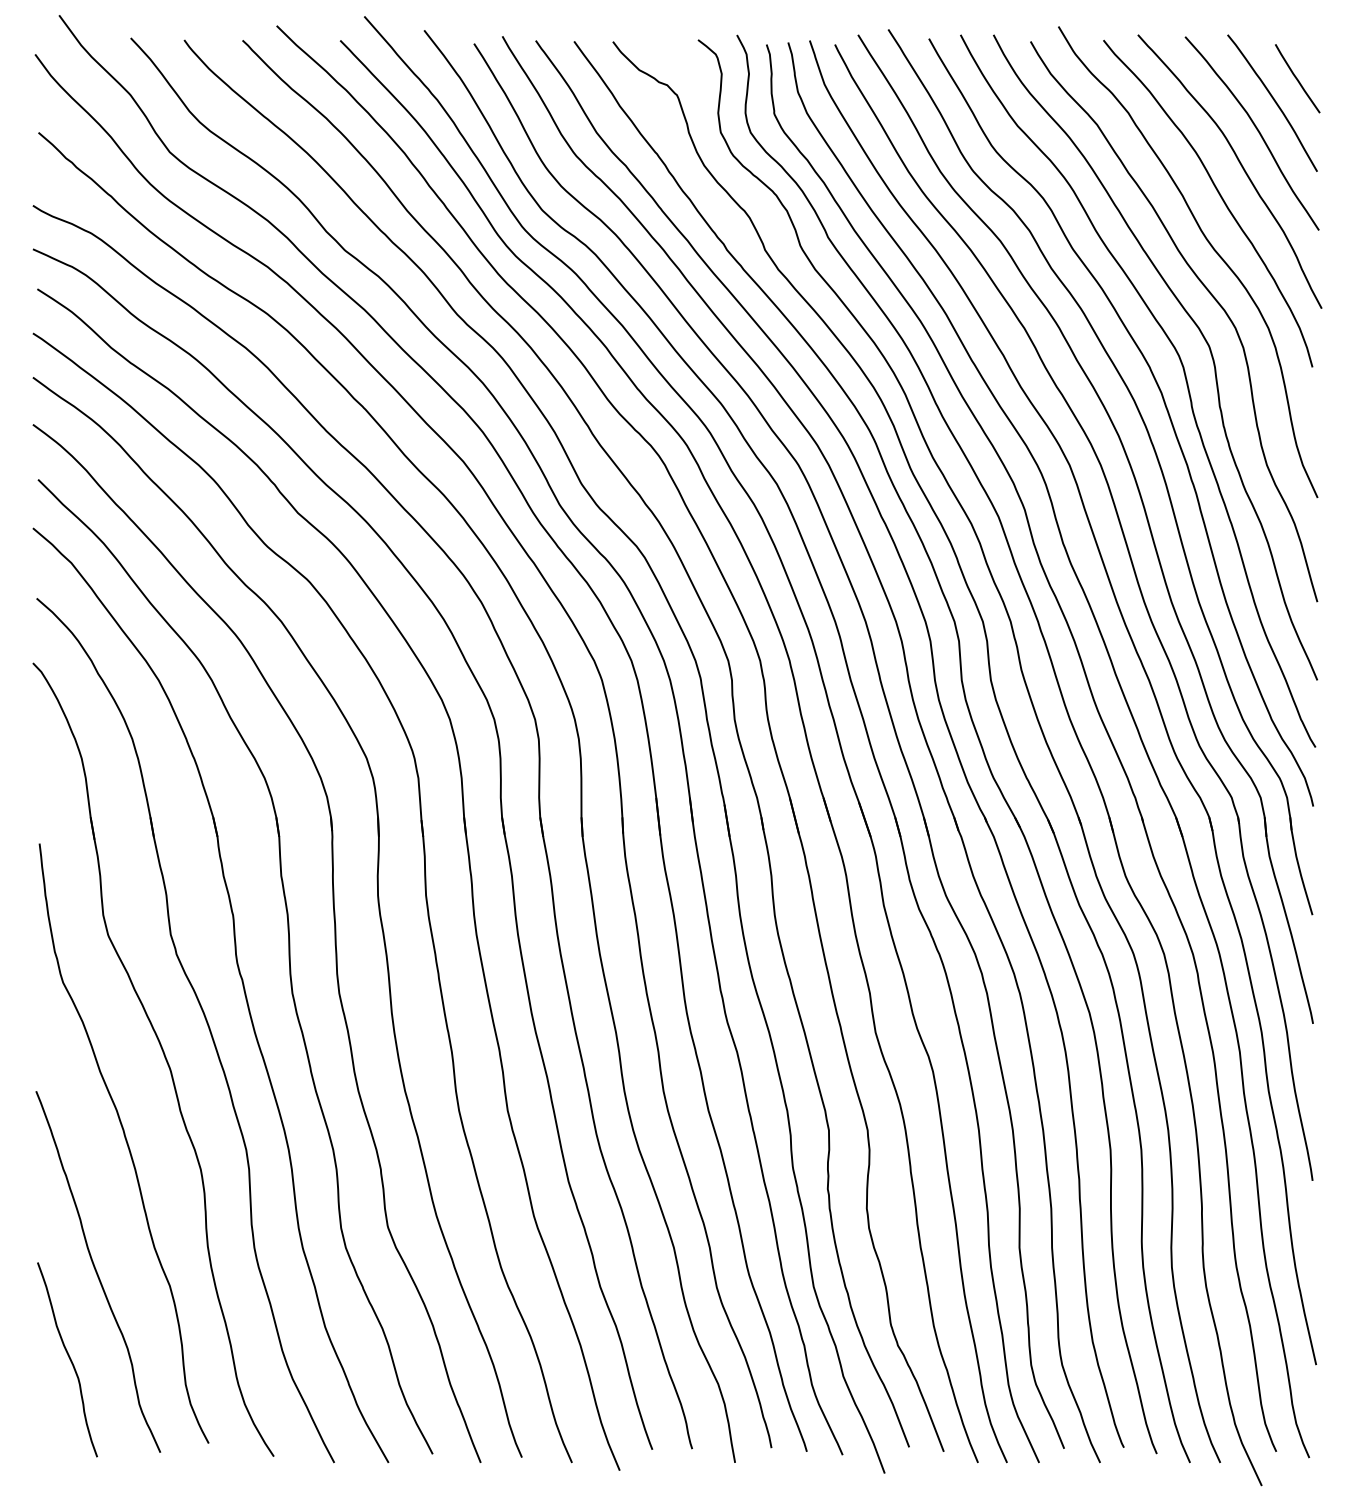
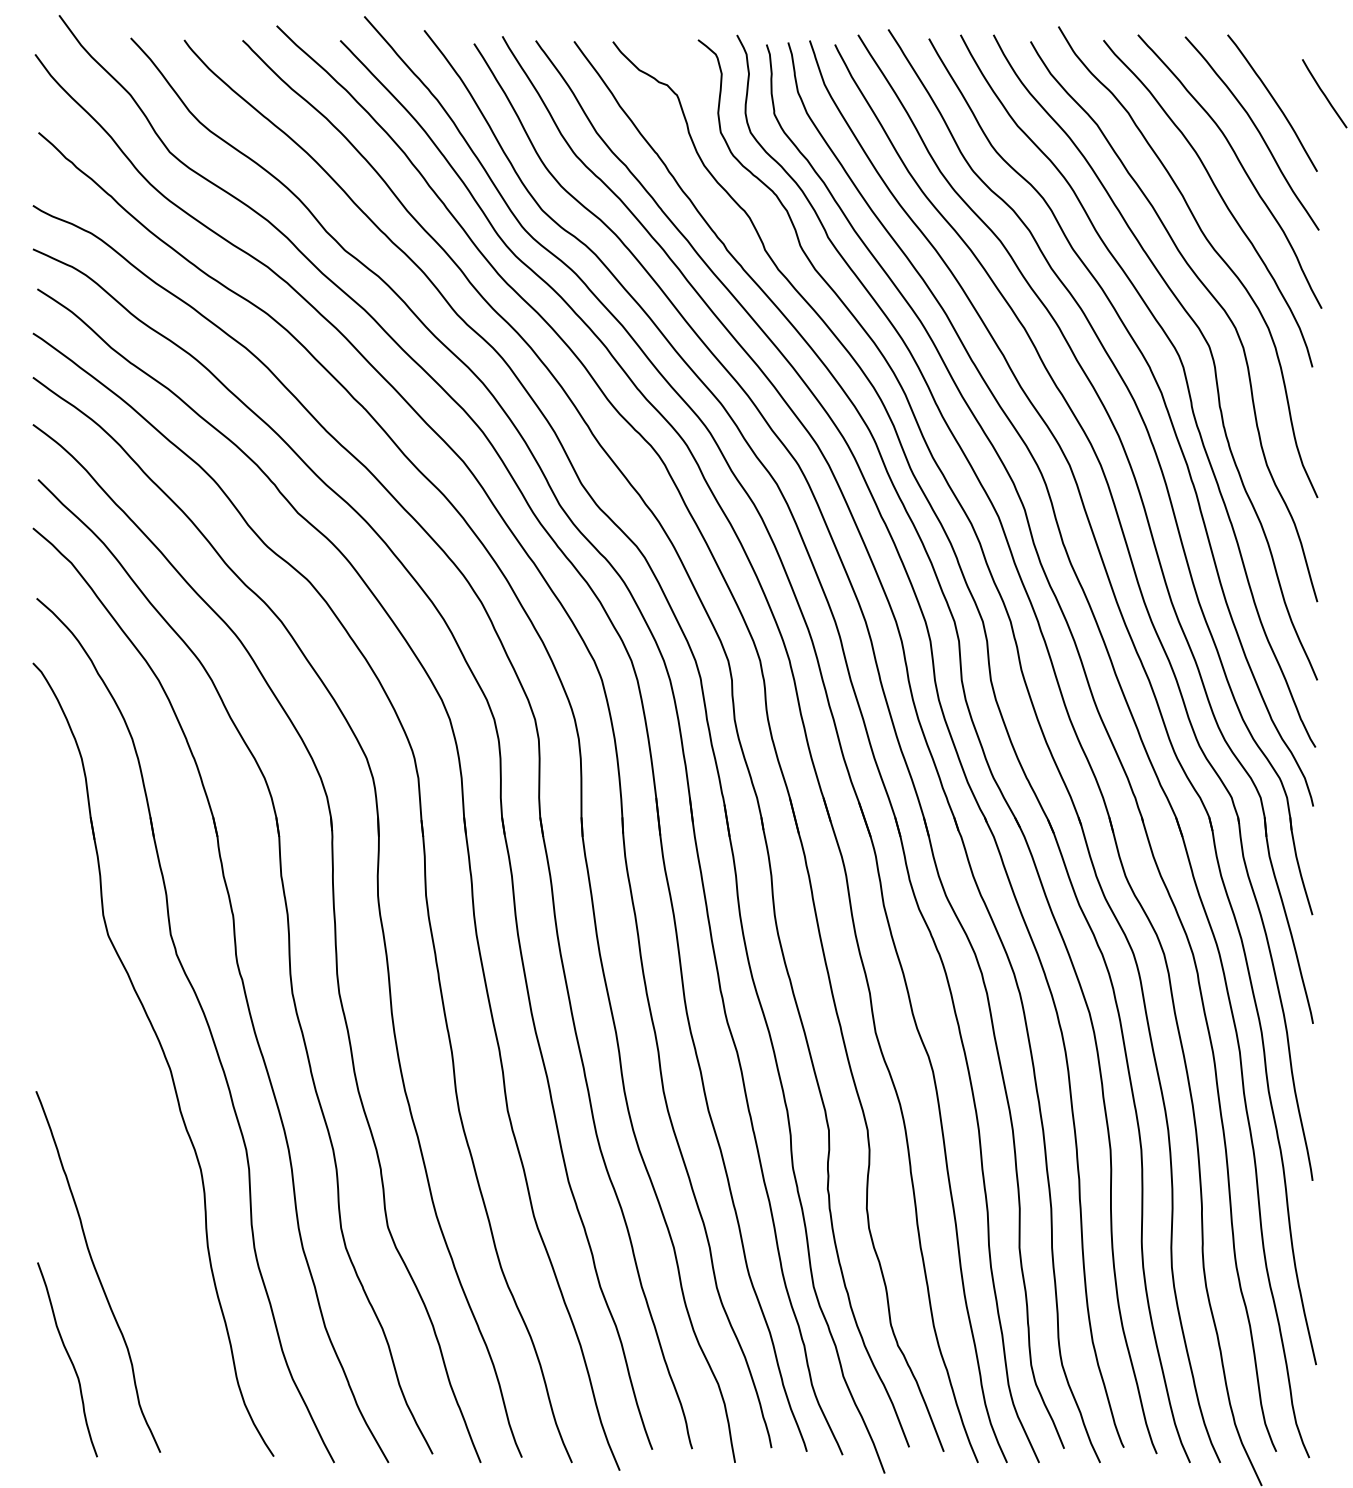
curve at (1297, 78) position: (1297, 78) -> (1324, 93)
curve at (125, 1141): present -> none
